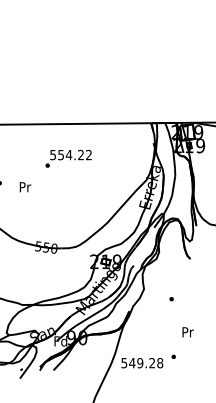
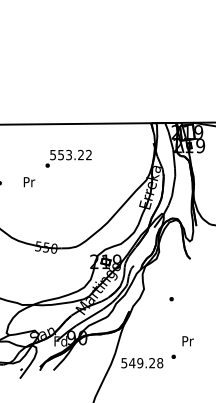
text at (68, 154): 554.22 -> 553.22
text at (25, 187) position: (25, 187) -> (29, 182)
text at (187, 332) position: (187, 332) -> (187, 341)
